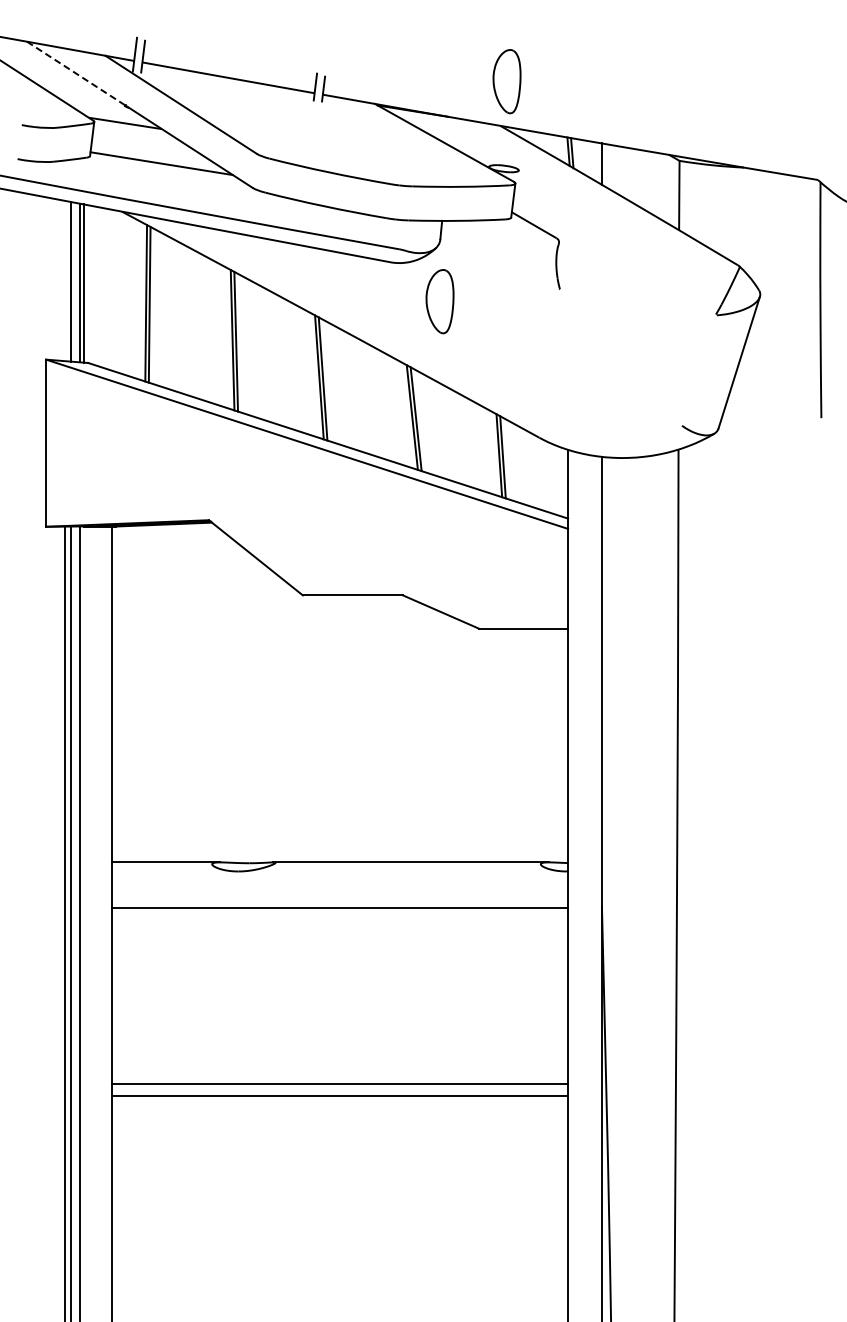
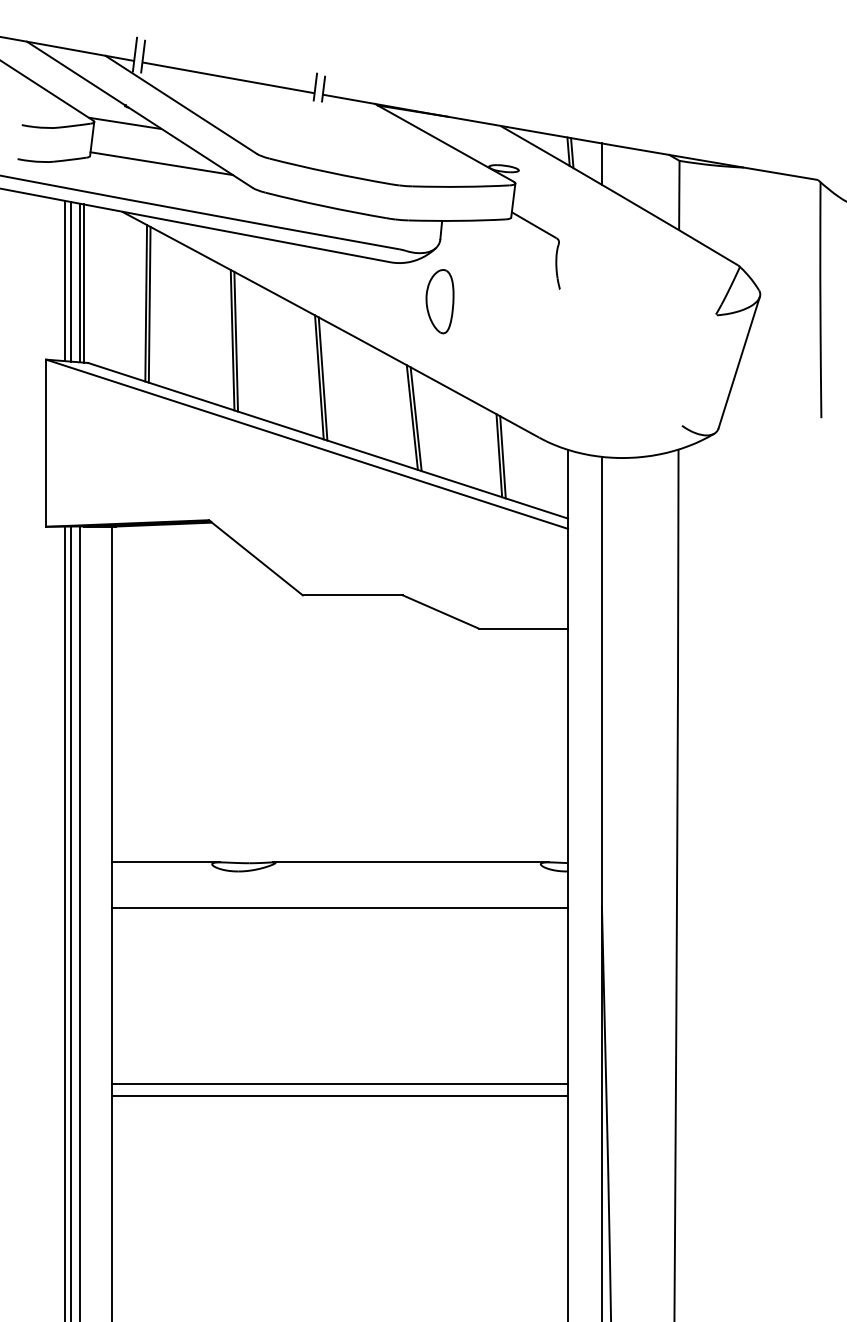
line at (76, 73): dashed -> solid
part at (506, 81): present -> none
line at (65, 280): none -> present
